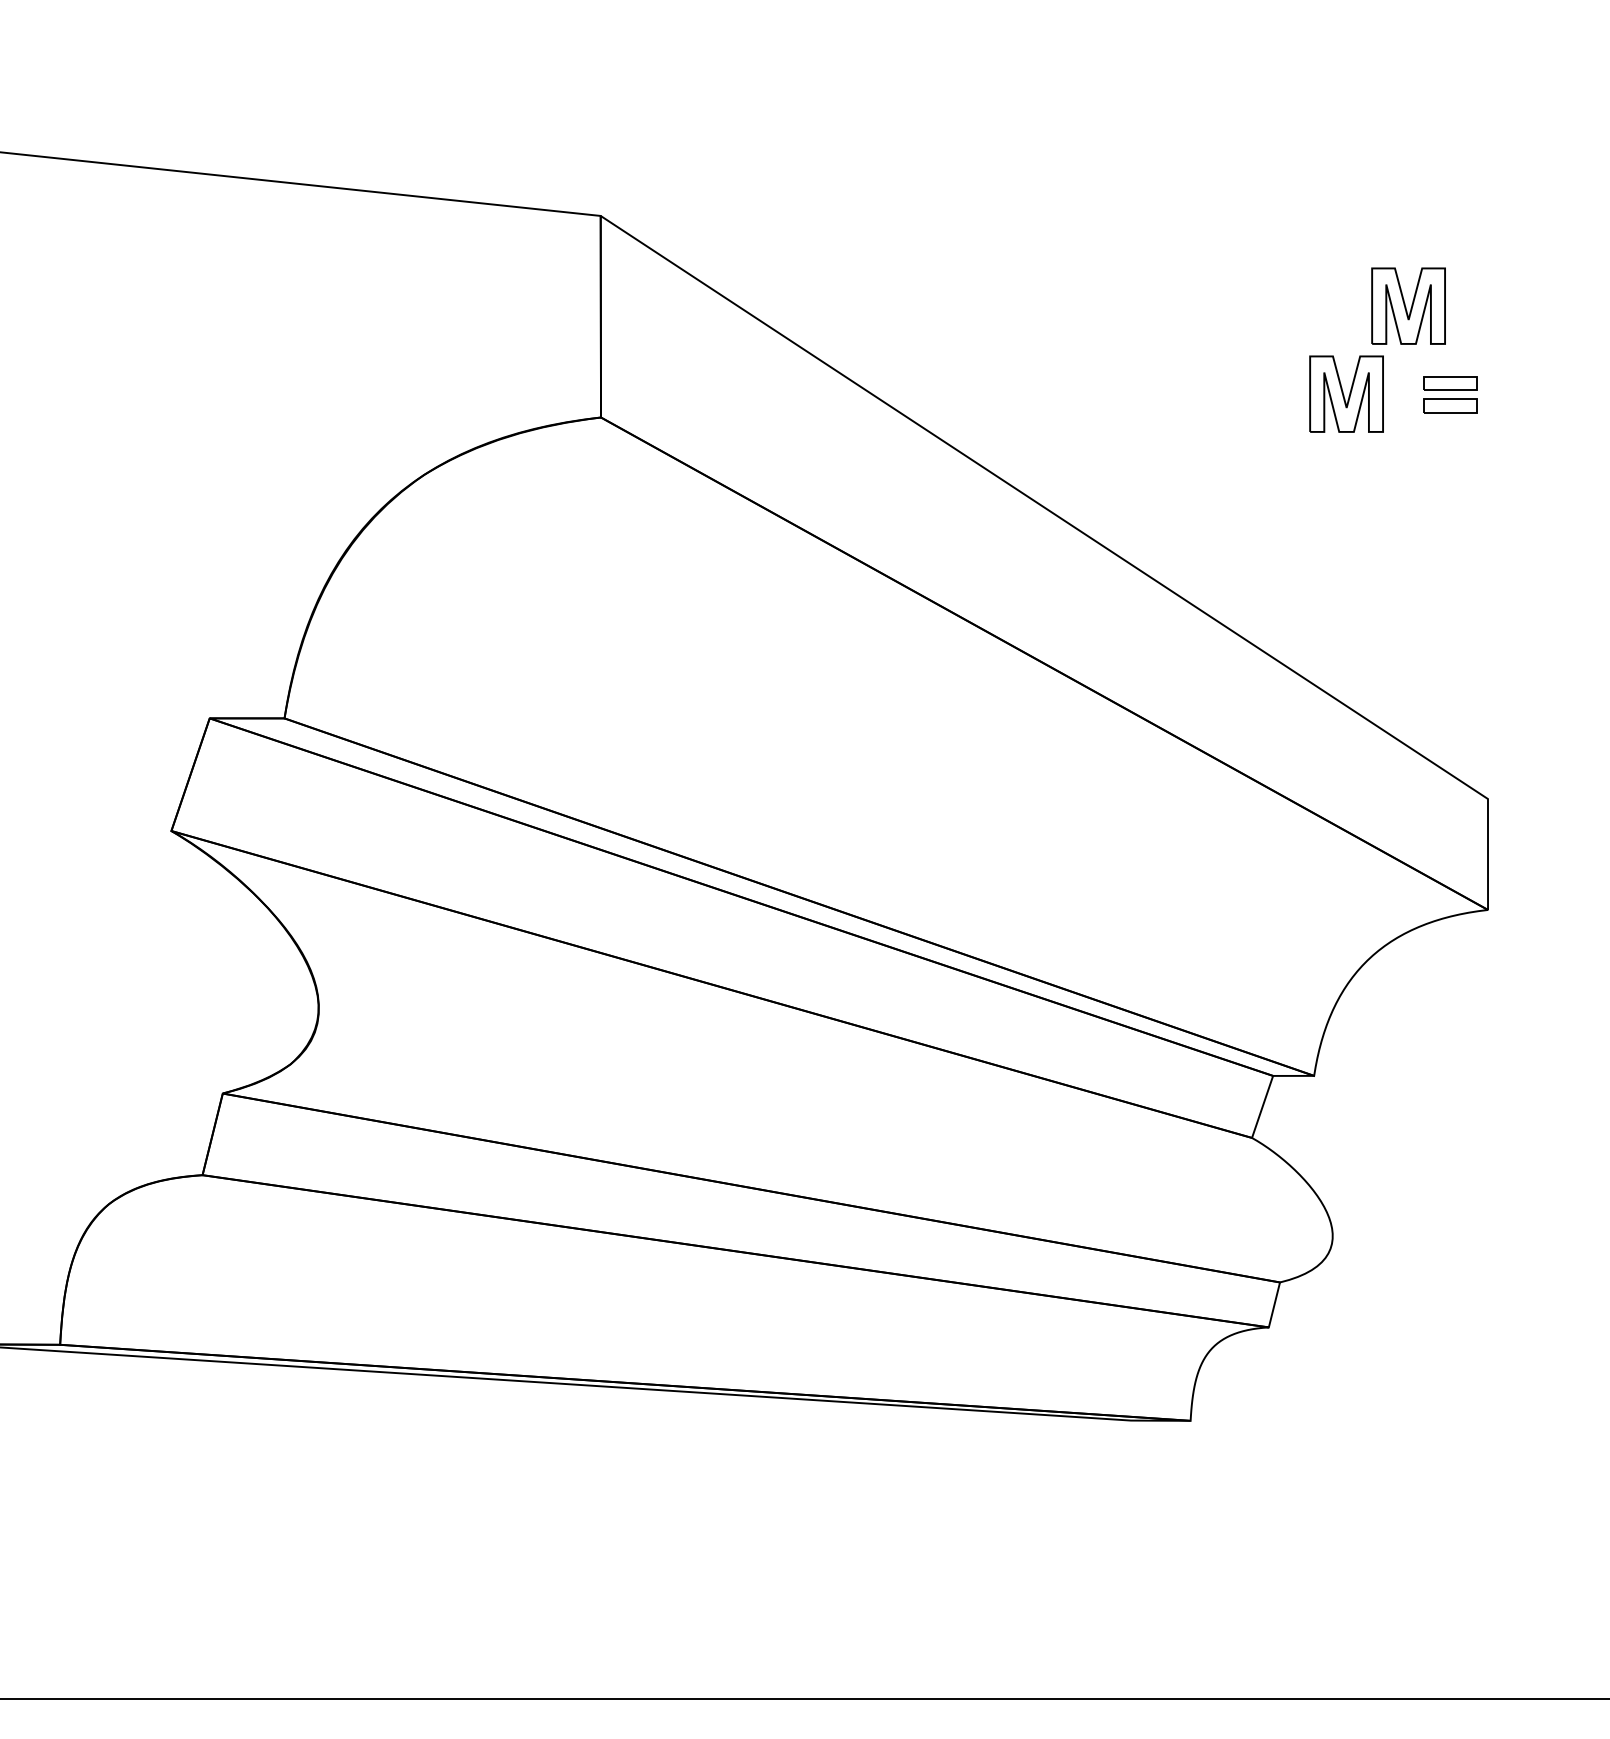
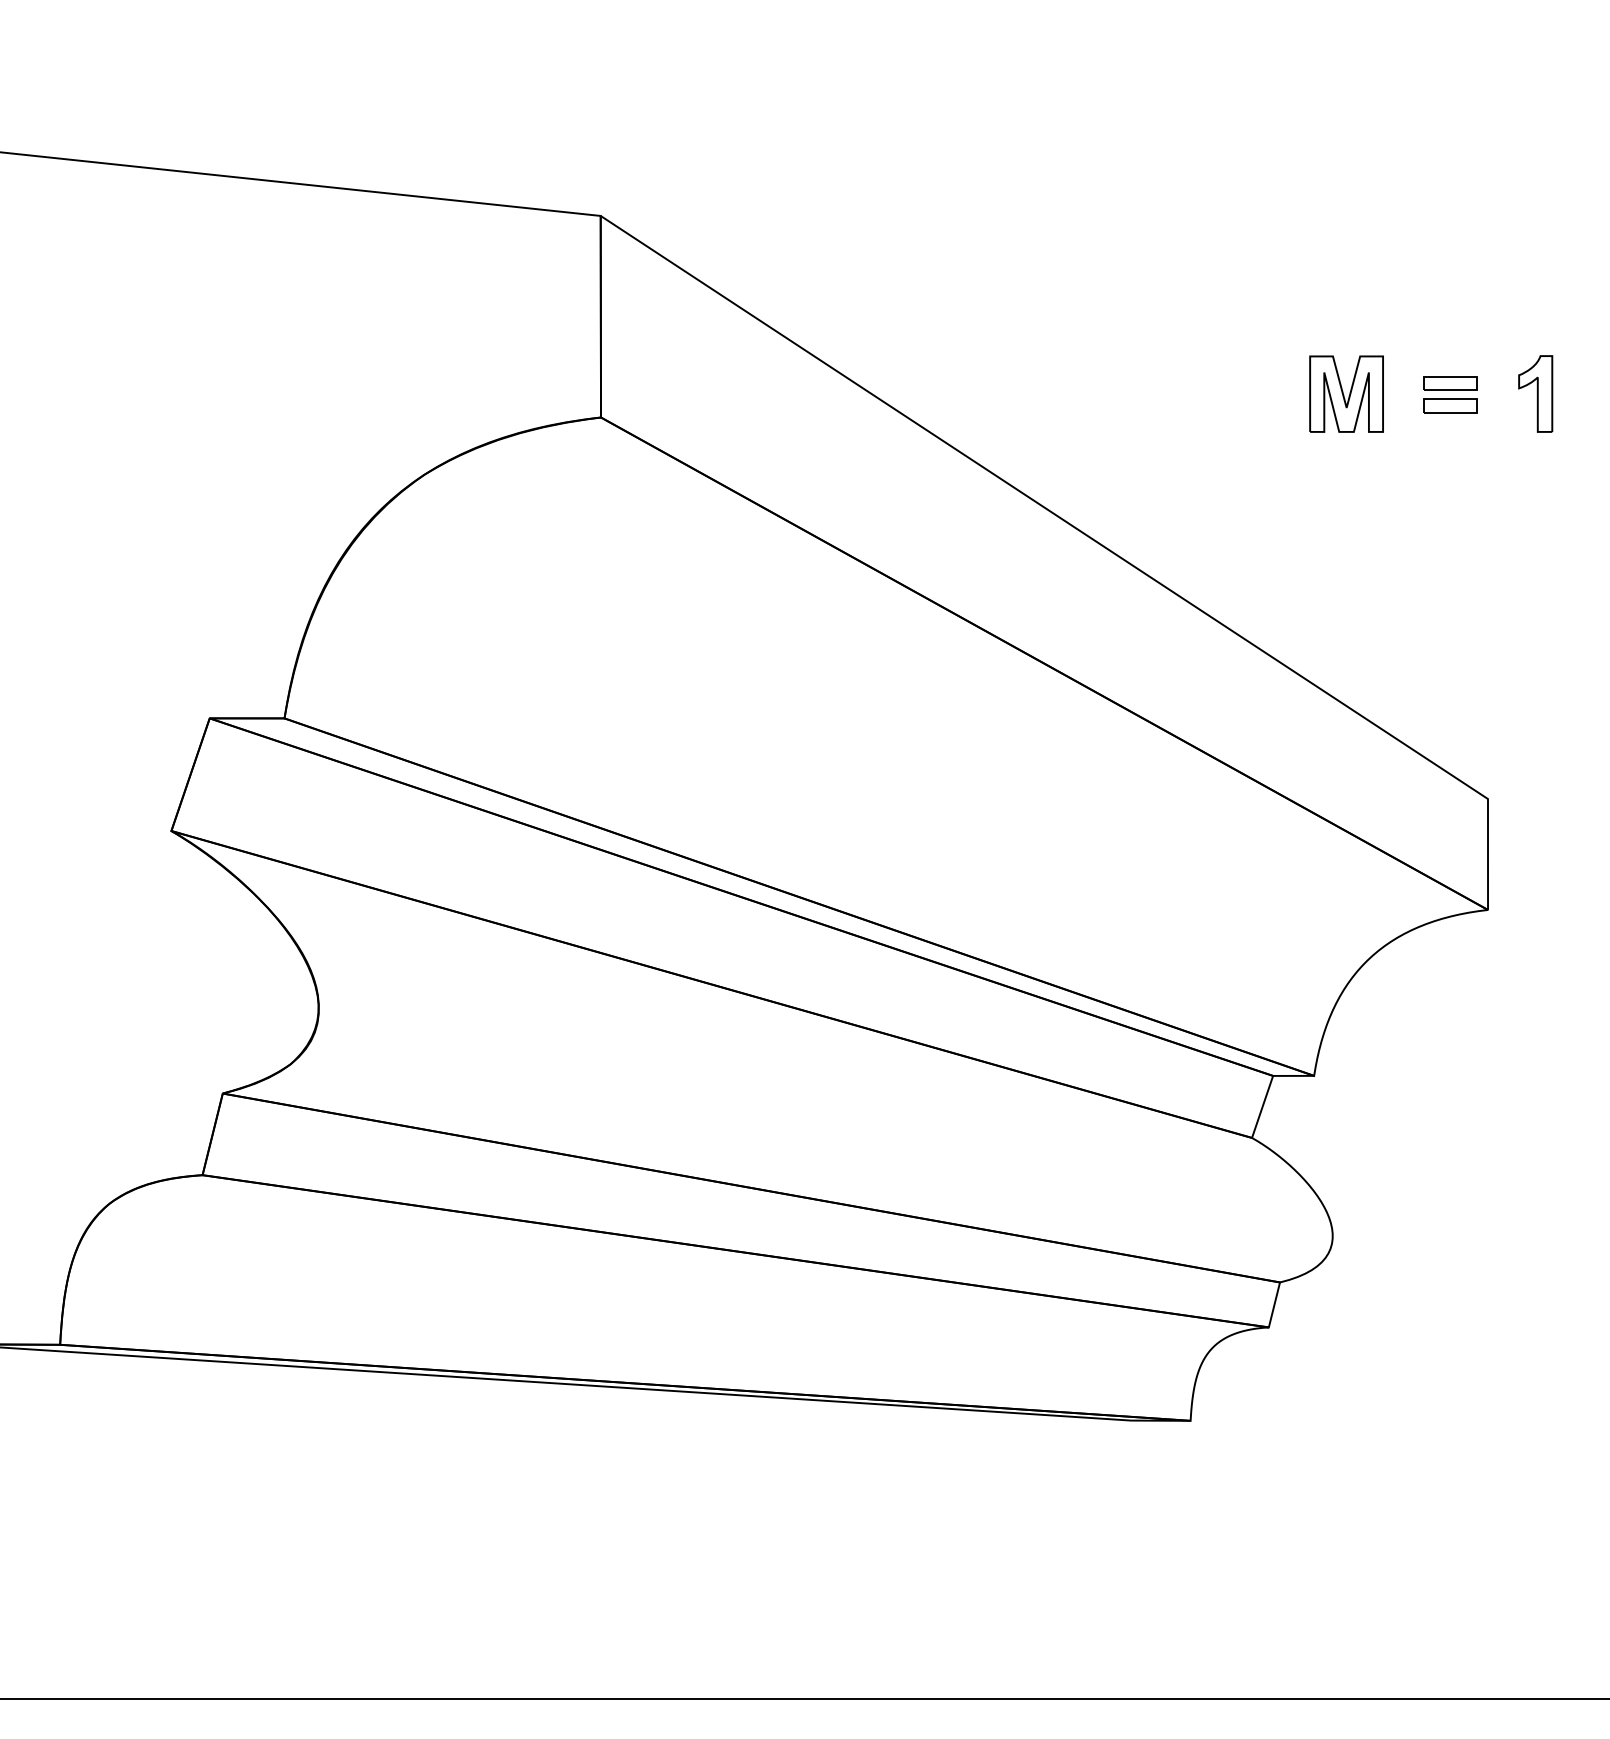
part at (1408, 305): present -> none
part at (1535, 393): none -> present
